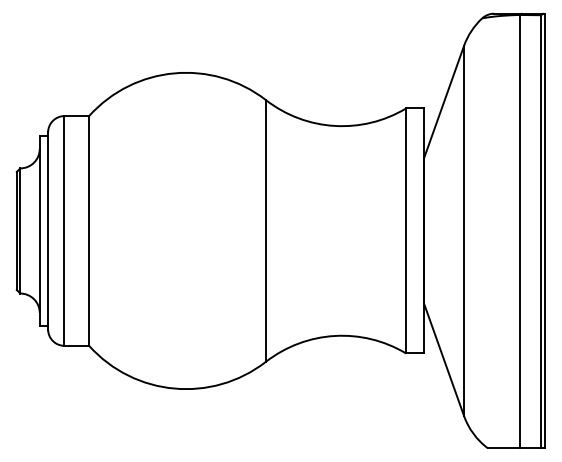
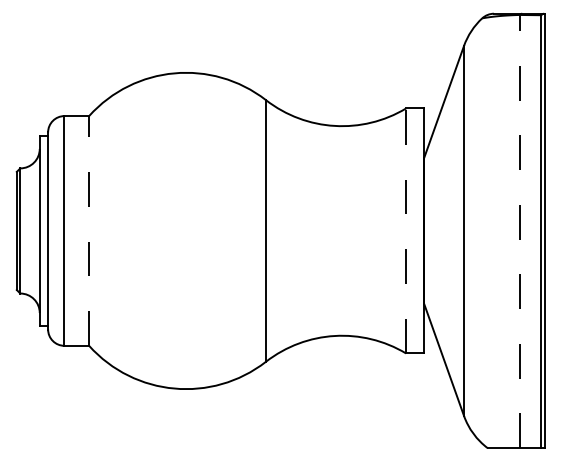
line at (89, 230): solid -> dashed
line at (406, 230): solid -> dashed
line at (519, 231): solid -> dashed
